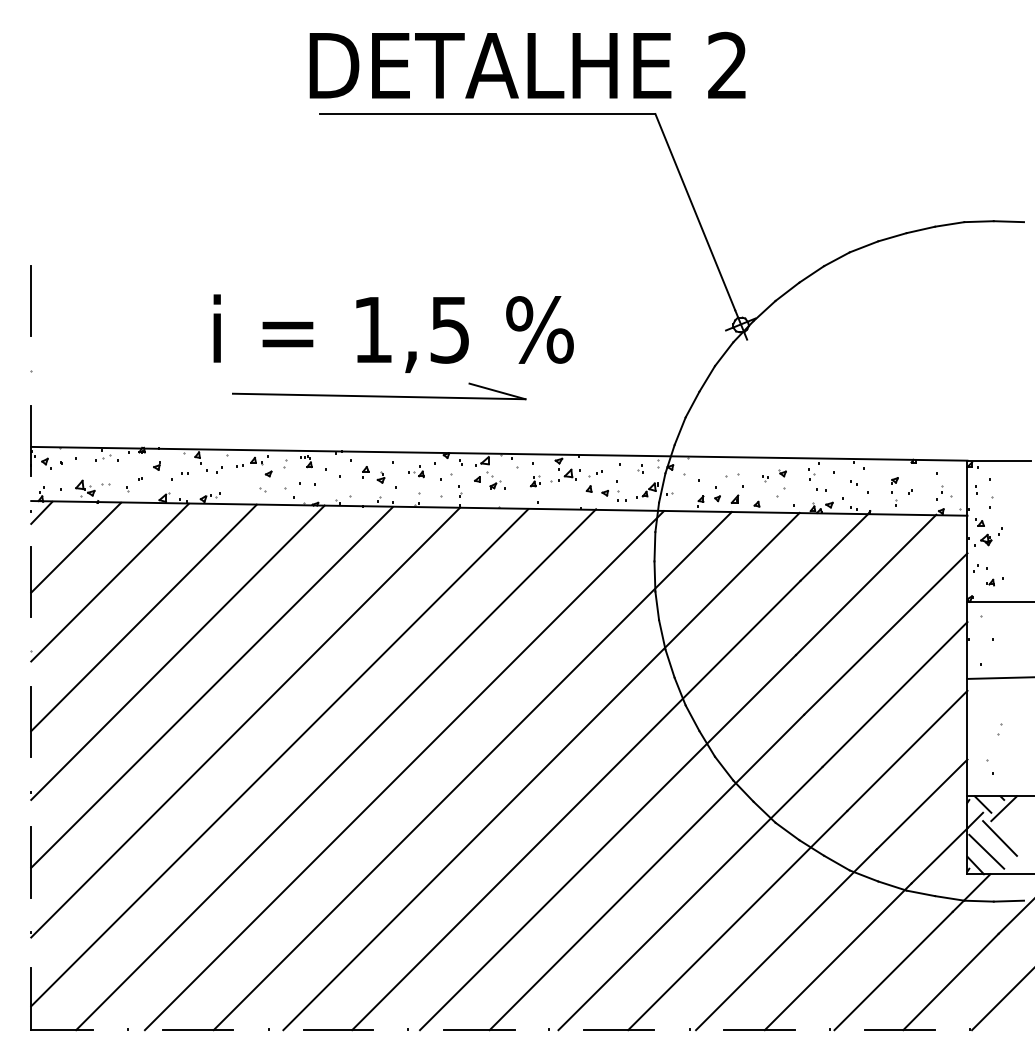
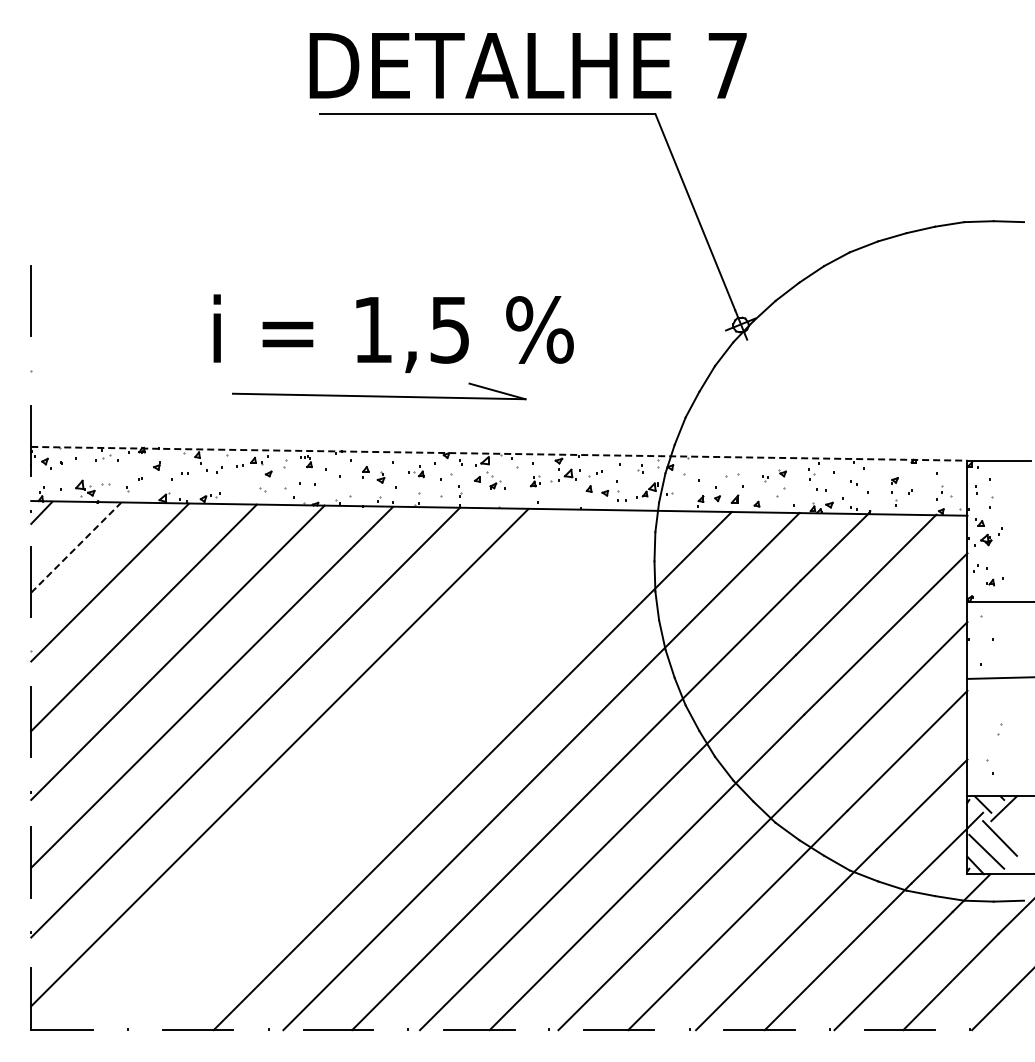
text at (727, 64): 2 -> 7
line at (499, 453): solid -> dashed
line at (76, 547): solid -> dashed
line at (336, 769): present -> none
line at (403, 770): present -> none
